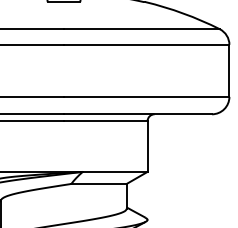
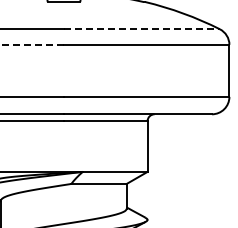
line at (141, 29): solid -> dashed
line at (32, 44): solid -> dashed
